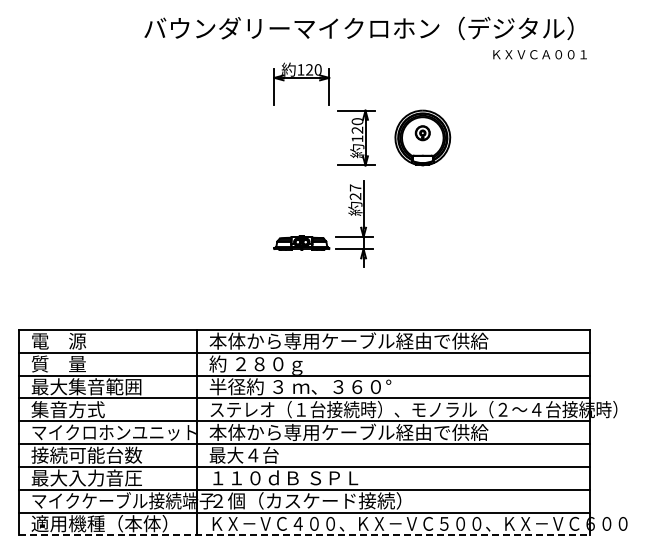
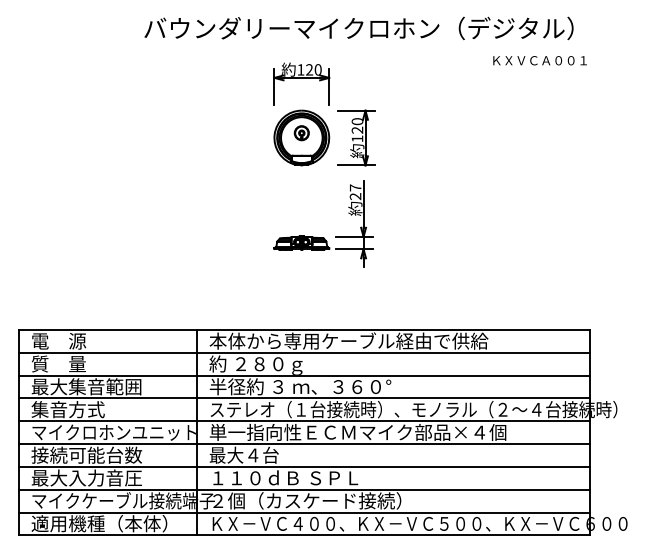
text at (539, 54) position: (539, 54) -> (539, 60)
part at (422, 137) position: (422, 137) -> (301, 137)
text at (358, 431): 本体から専用ケーブル経由で供給 -> 単一指向性ＥＣＭマイク部品×４個
line at (305, 535): dashed -> solid
